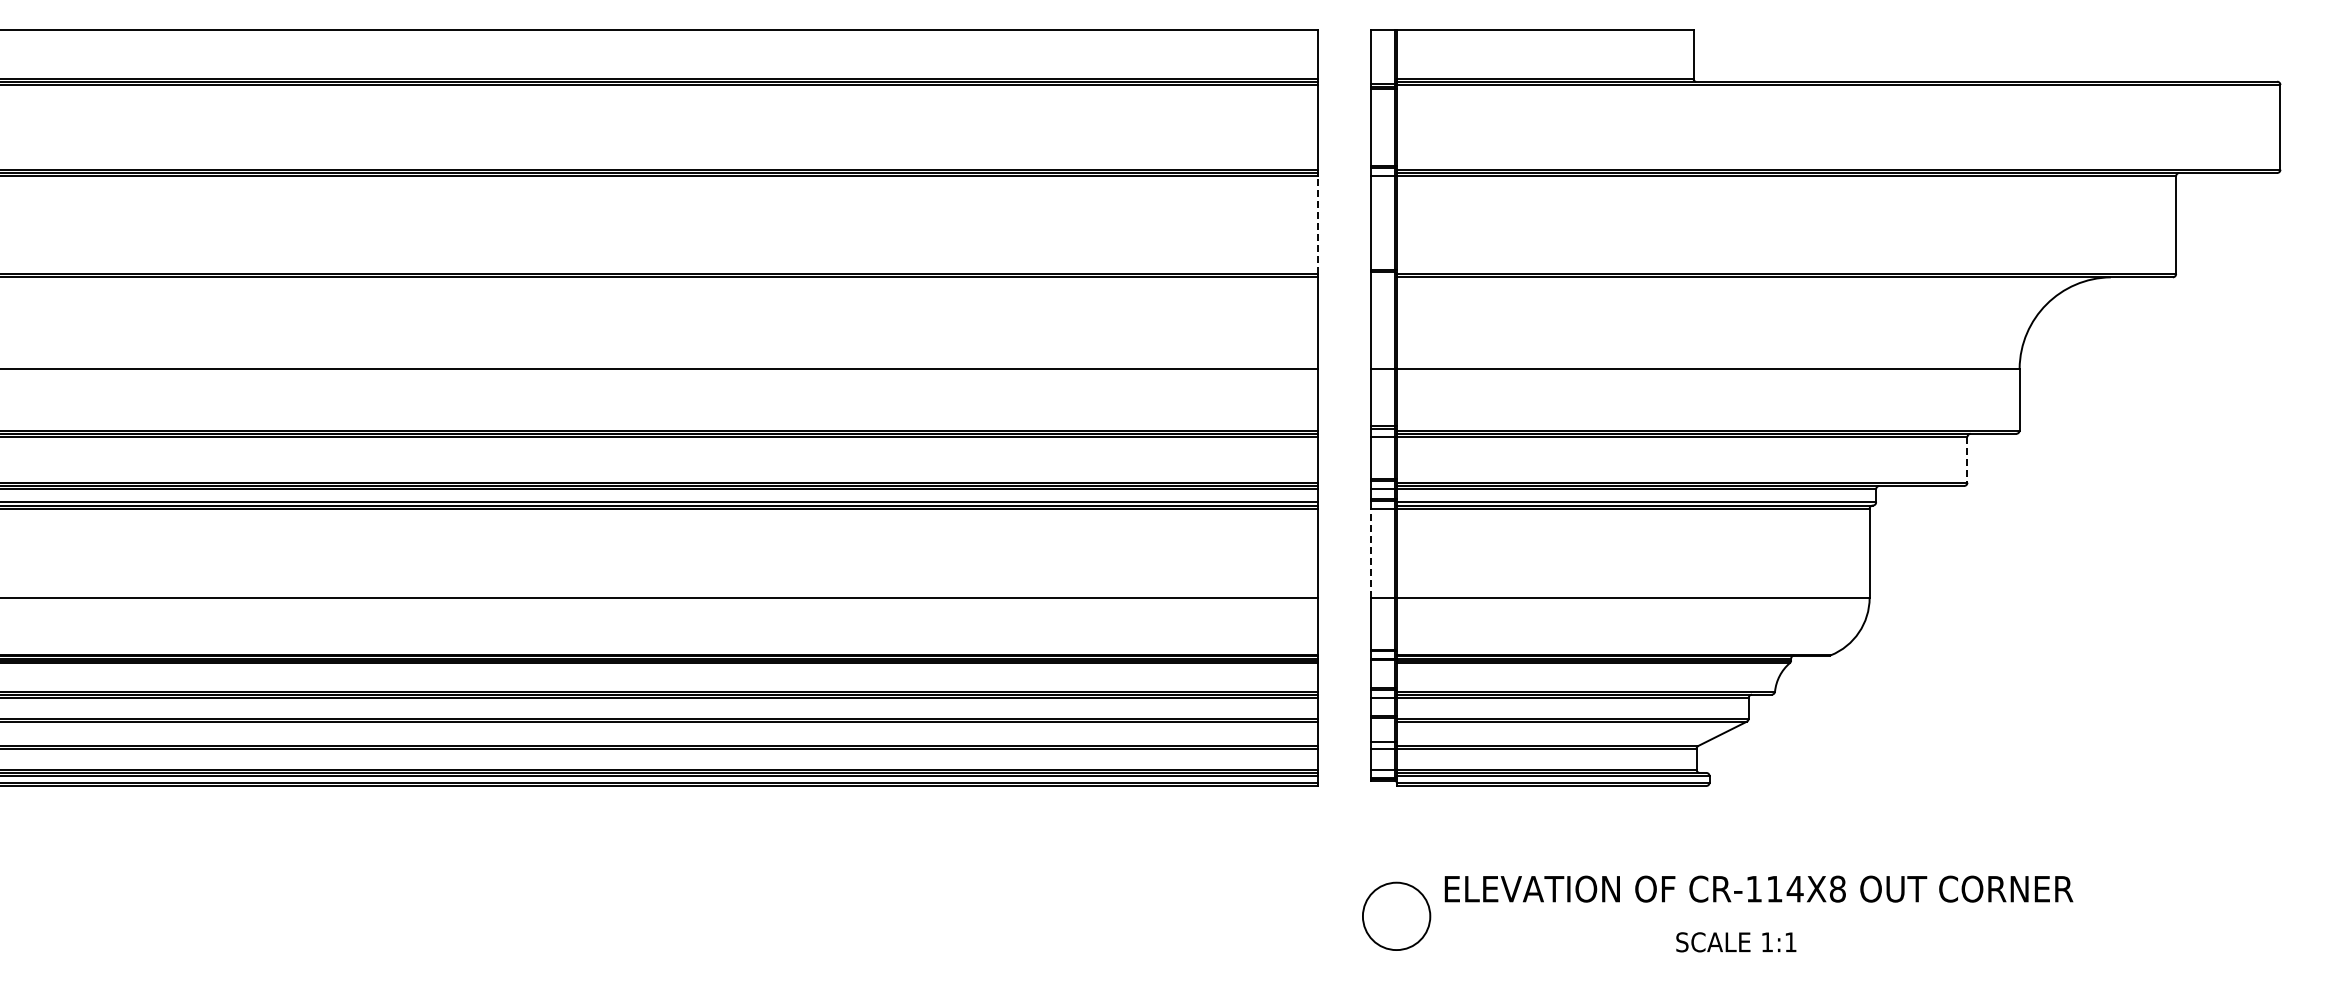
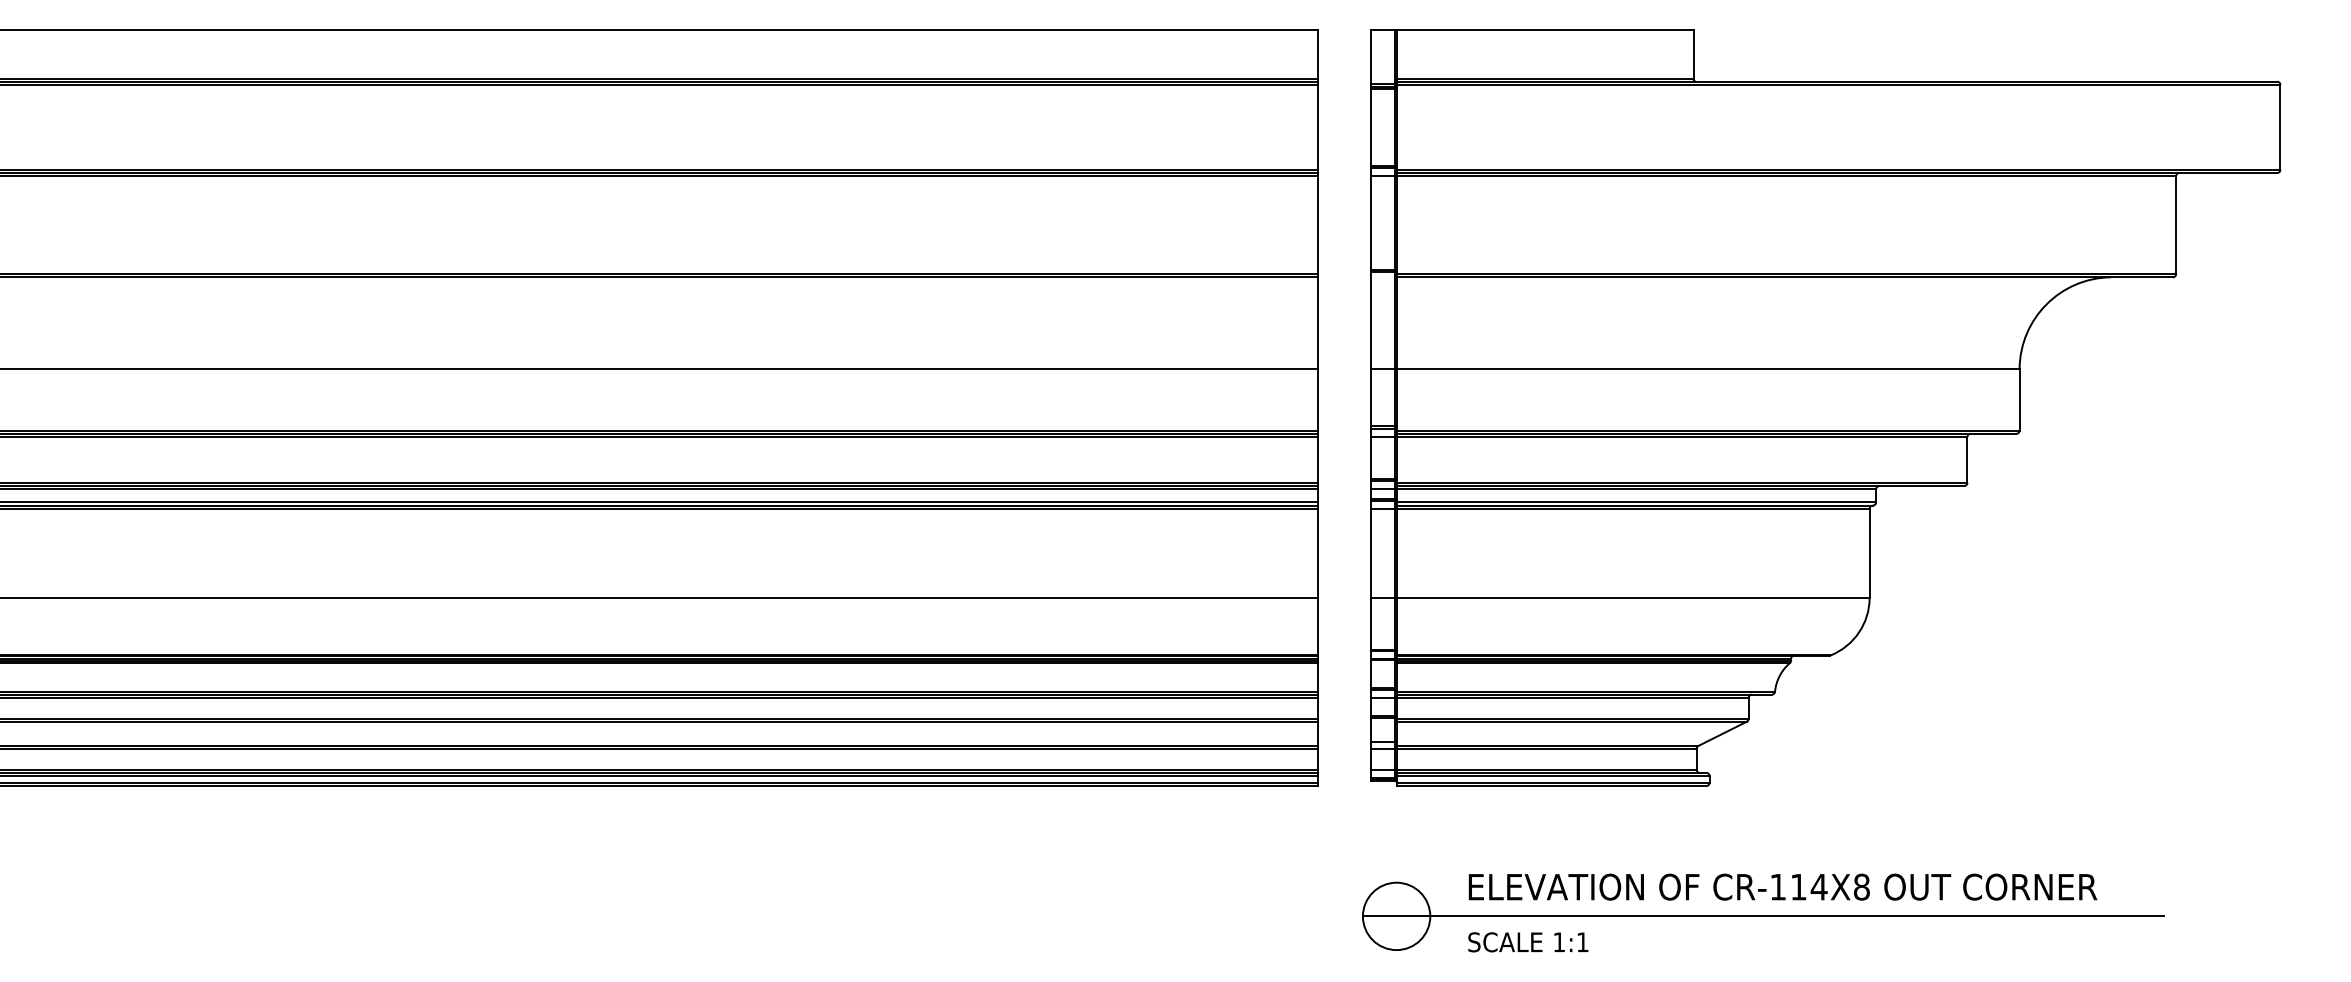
line at (1318, 225): dashed -> solid
line at (1967, 459): dashed -> solid
line at (1370, 553): dashed -> solid
text at (1758, 888) position: (1758, 888) -> (1782, 886)
line at (1762, 916): none -> present
text at (1736, 942) position: (1736, 942) -> (1528, 942)
